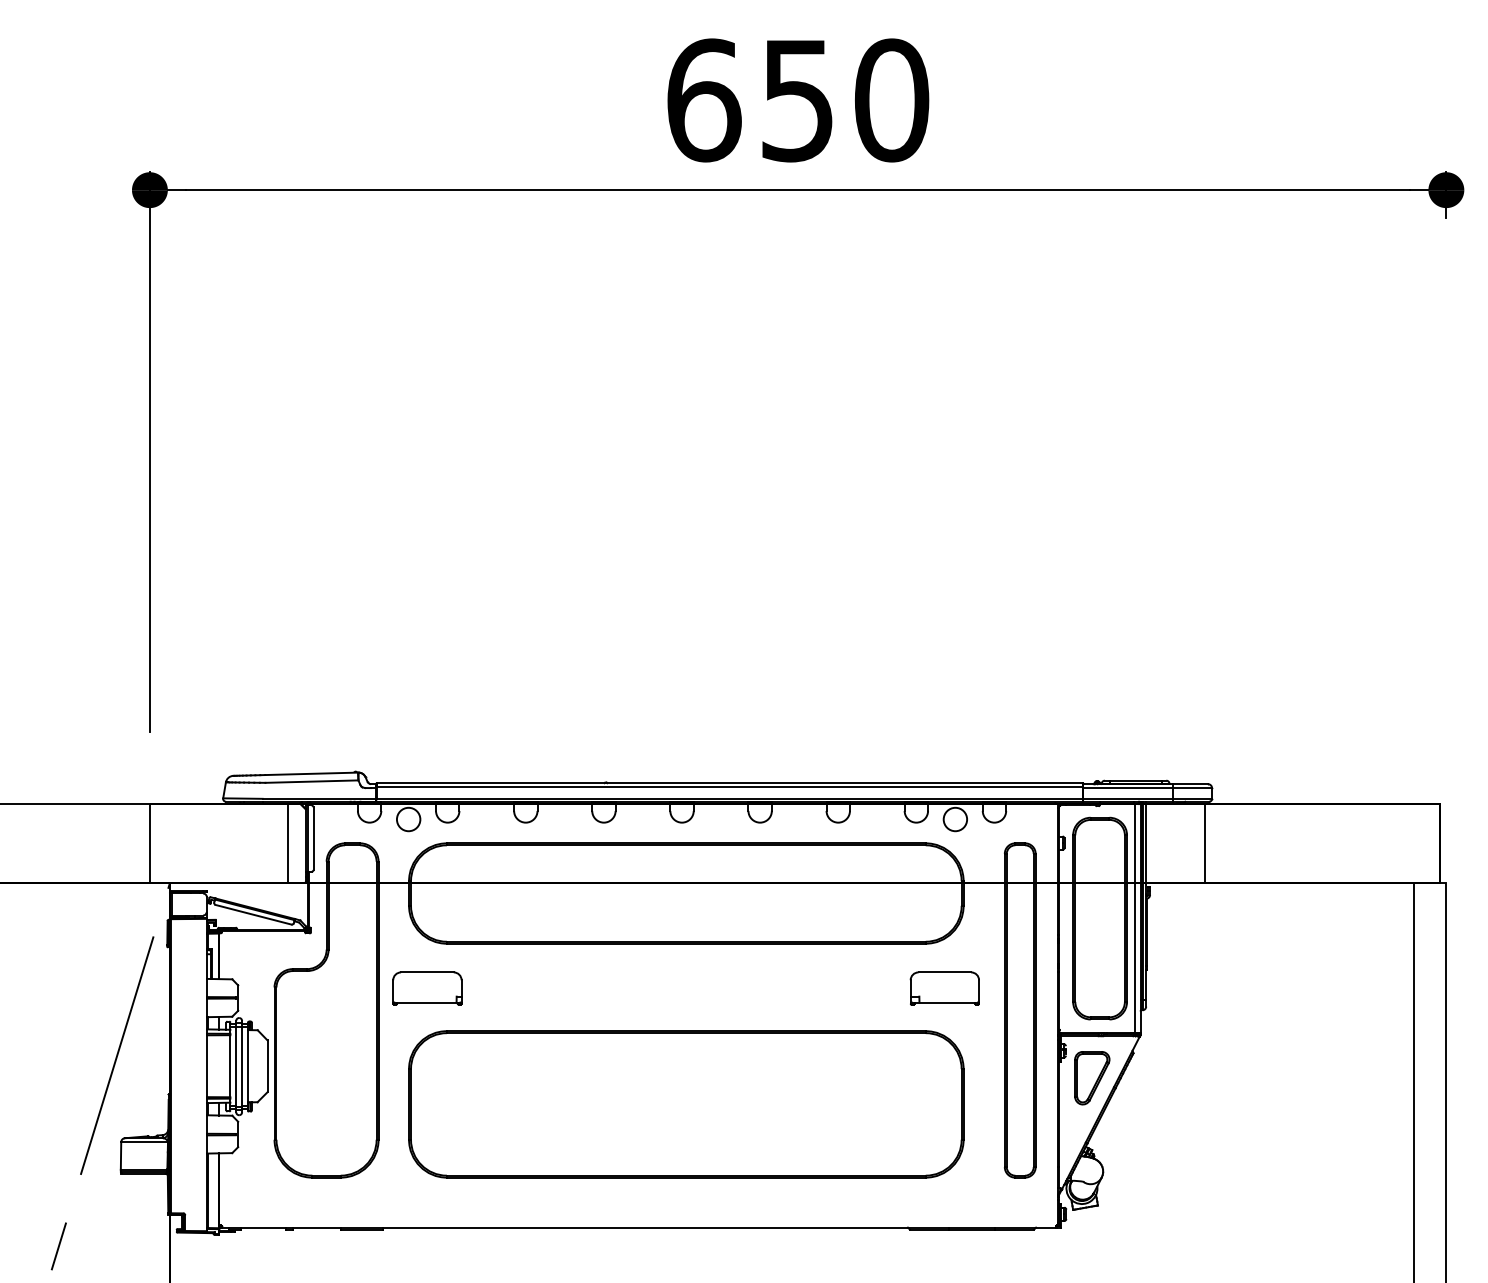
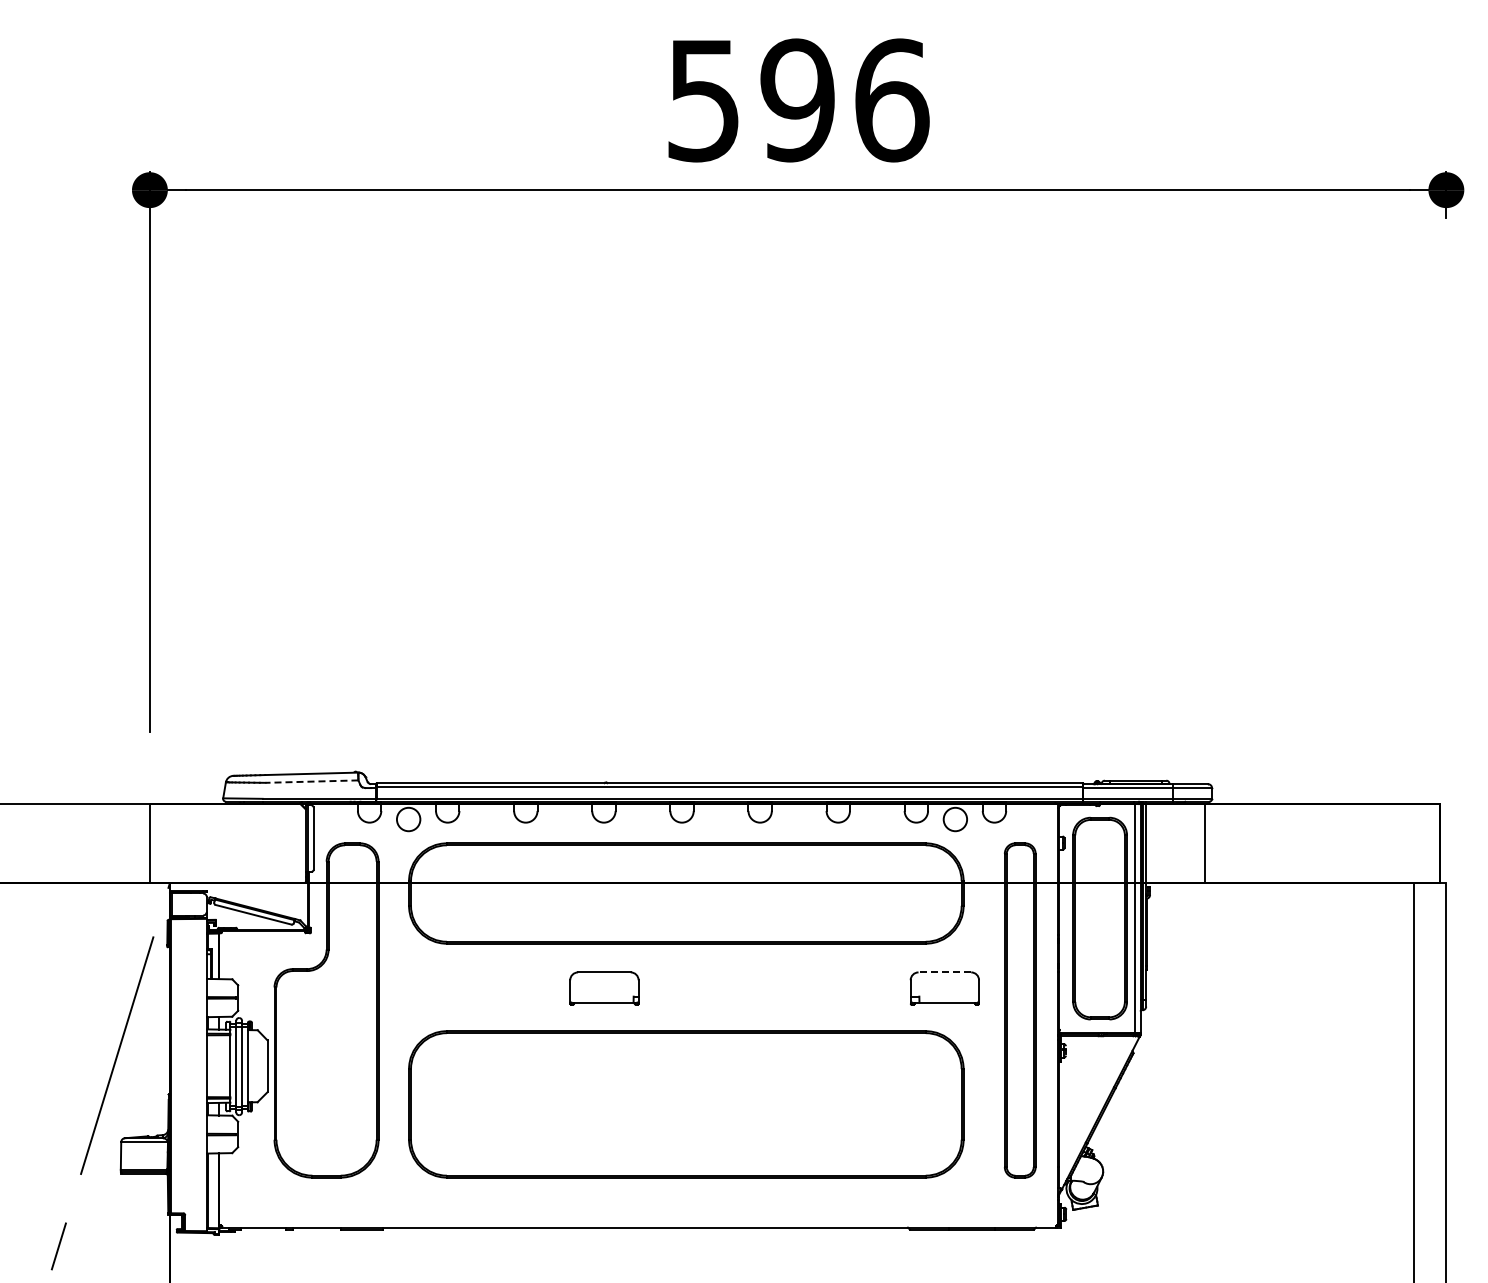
text at (798, 100): 650 -> 596
line at (311, 781): solid -> dashed
line at (287, 843): present -> none
line at (944, 972): solid -> dashed
part at (427, 988) position: (427, 988) -> (604, 988)
part at (1092, 1078): present -> none
